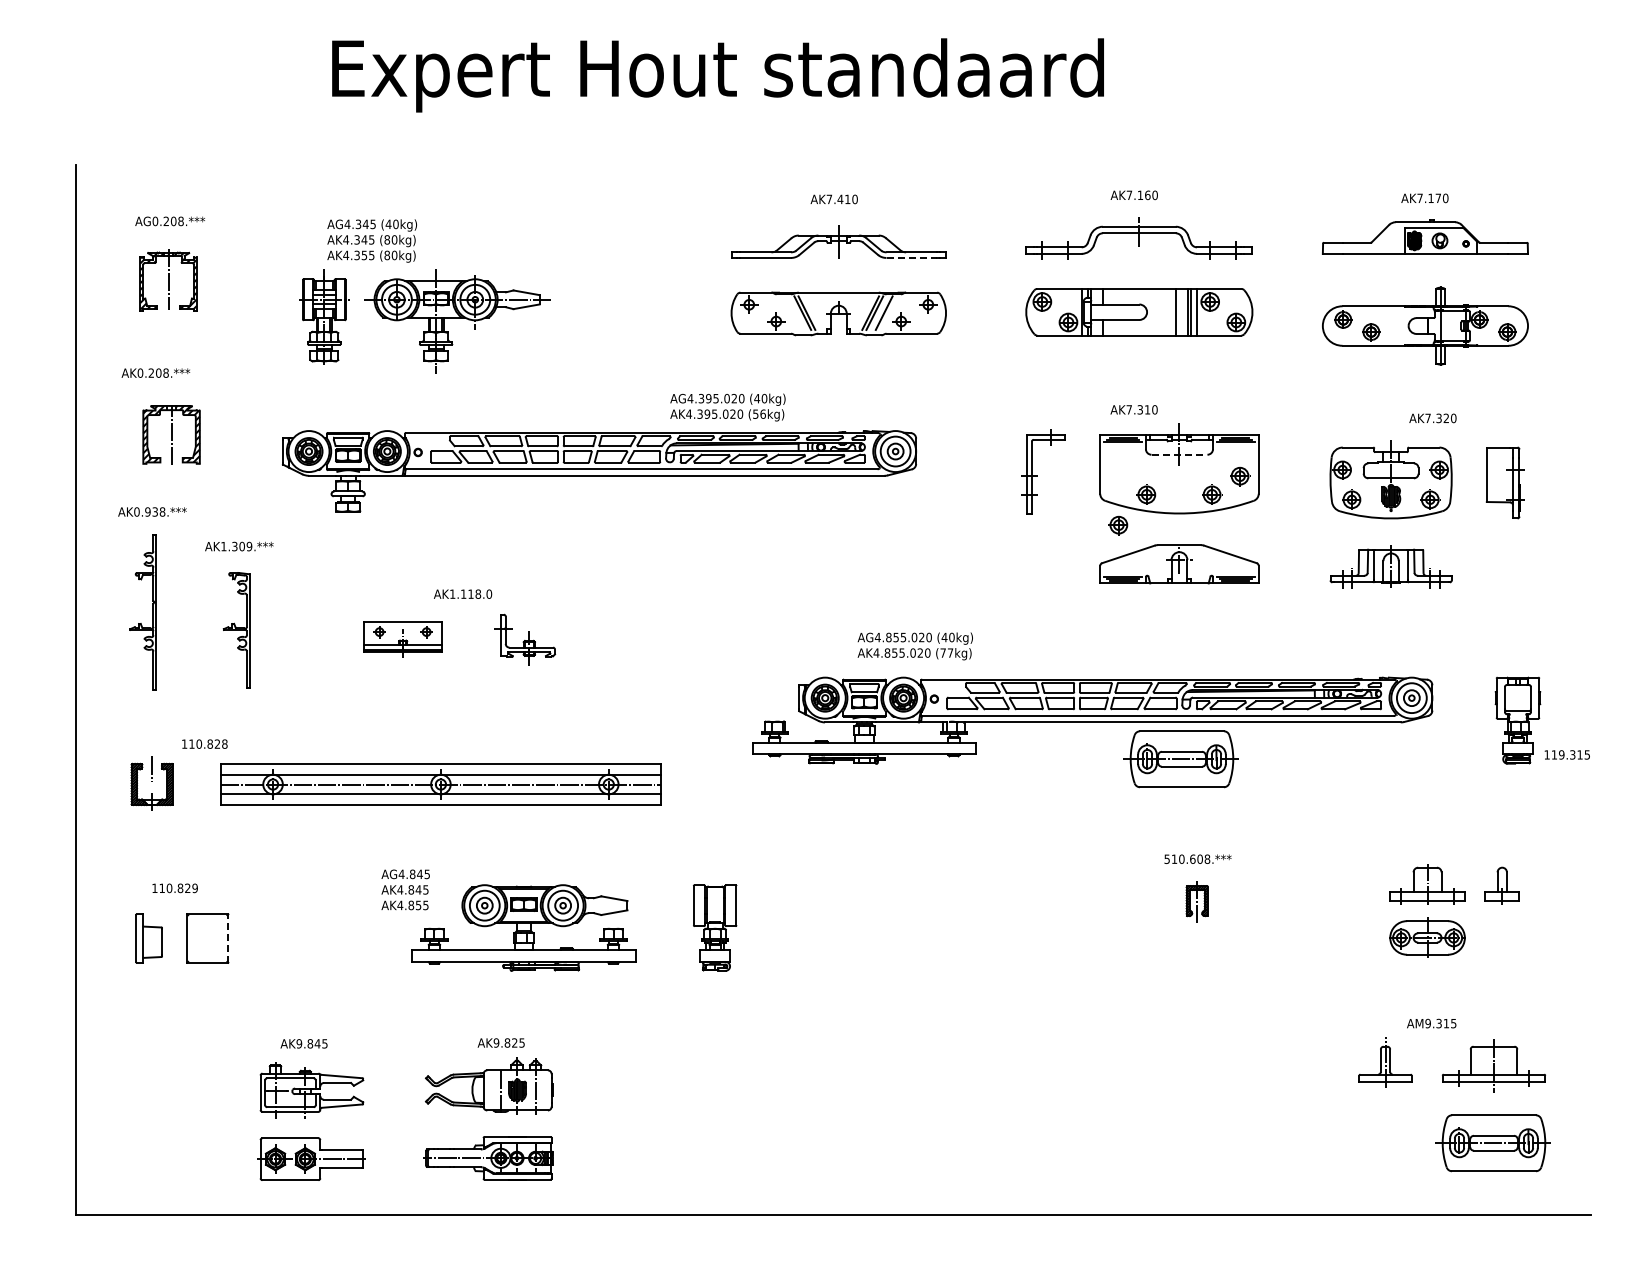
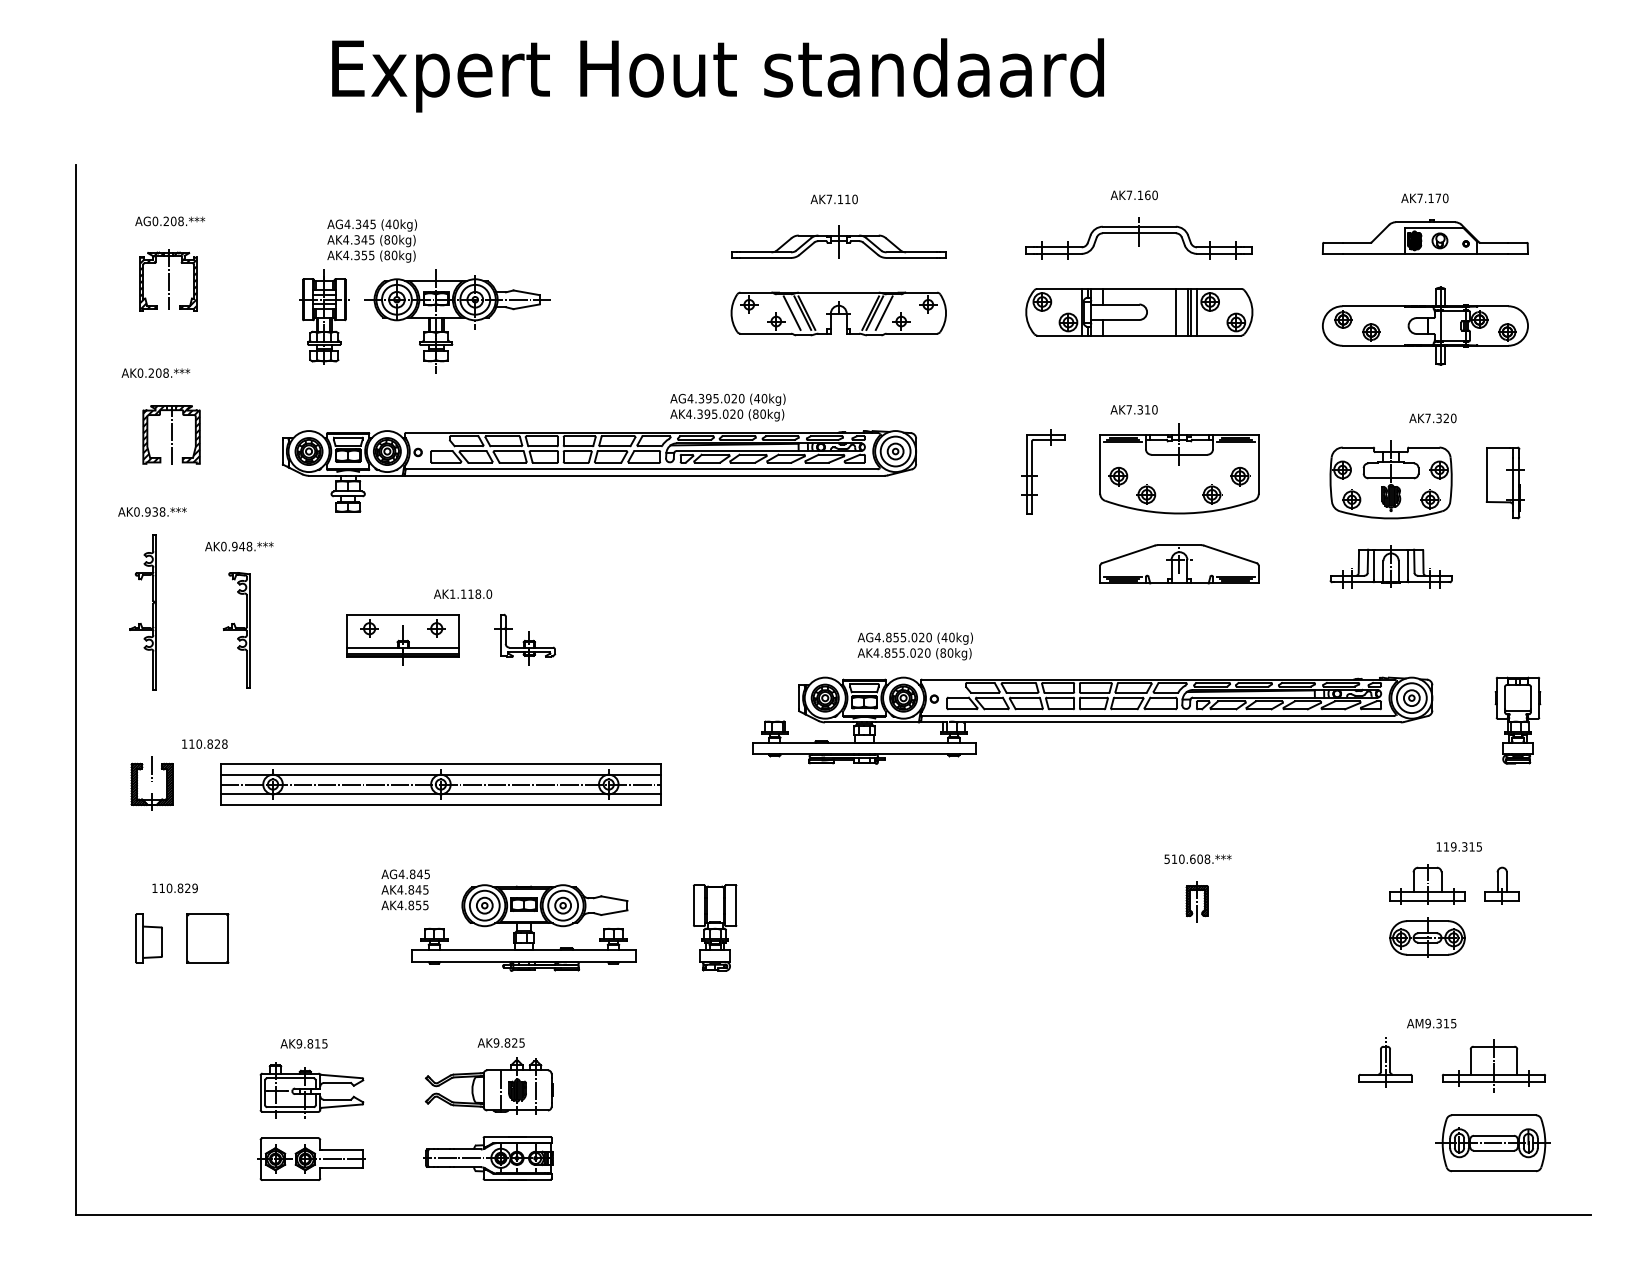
text at (840, 199): AK7.410 -> AK7.110
line at (912, 257): dashed -> solid
line at (791, 312): none -> present
text at (759, 413): (56kg) -> (80kg)
line at (1179, 454): dashed -> solid
part at (1118, 525) position: (1118, 525) -> (1118, 476)
text at (236, 546): AK1.309.*** -> AK0.948.***
part at (402, 639) size: 80x37 px -> 114x52 px
text at (946, 652): (77kg) -> (80kg)
text at (1566, 754) position: (1566, 754) -> (1458, 846)
part at (1180, 759): present -> none
line at (228, 938): dashed -> solid
text at (317, 1043): AK9.845 -> AK9.815
